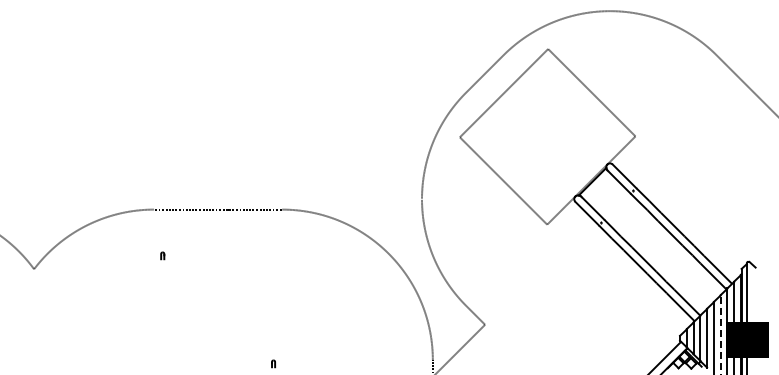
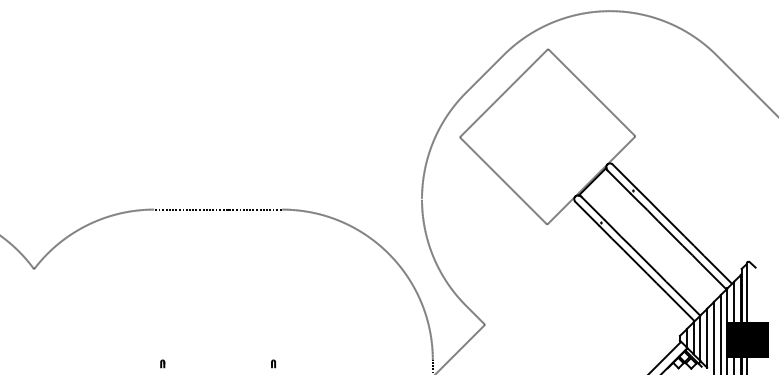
part at (162, 255) position: (162, 255) -> (162, 363)
line at (720, 334): dashed -> solid
